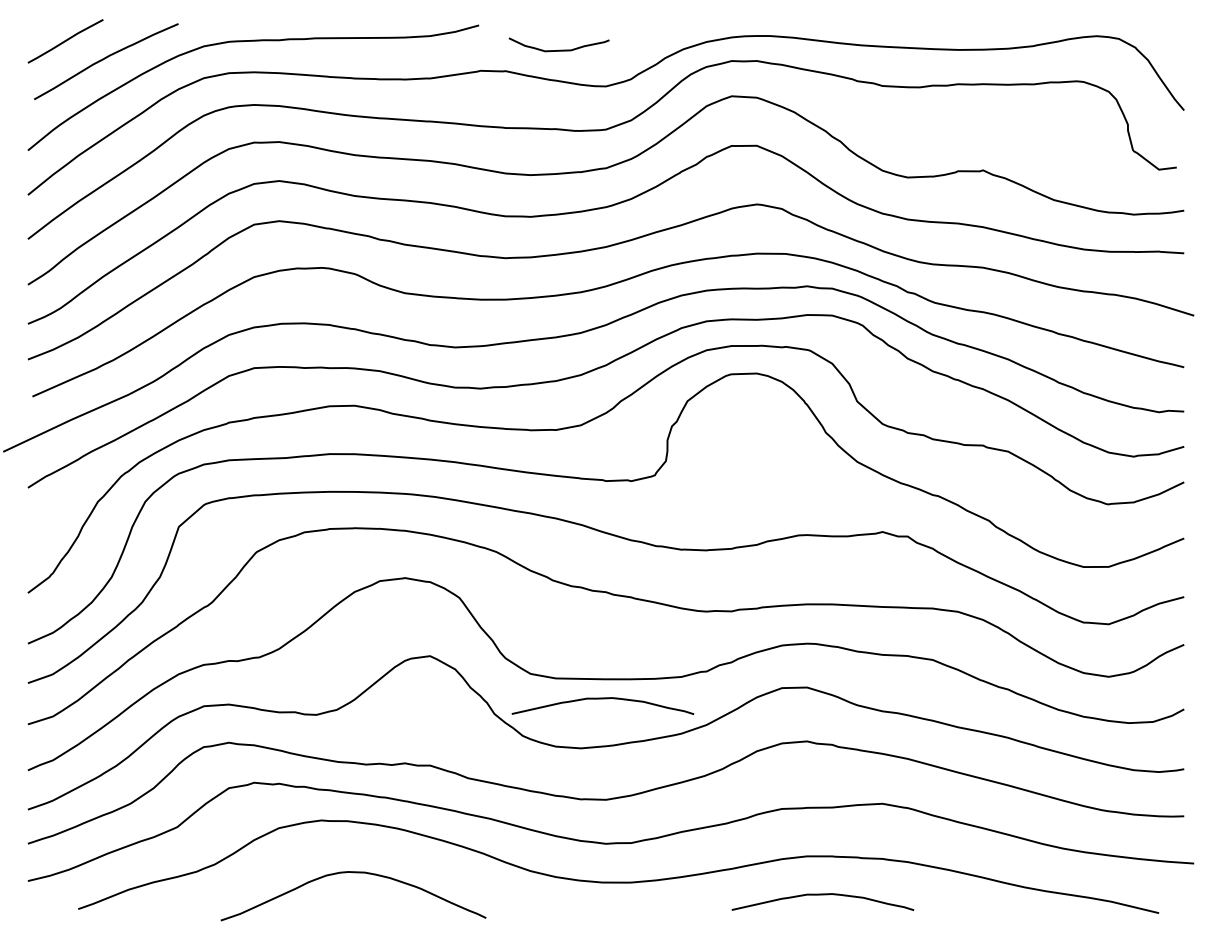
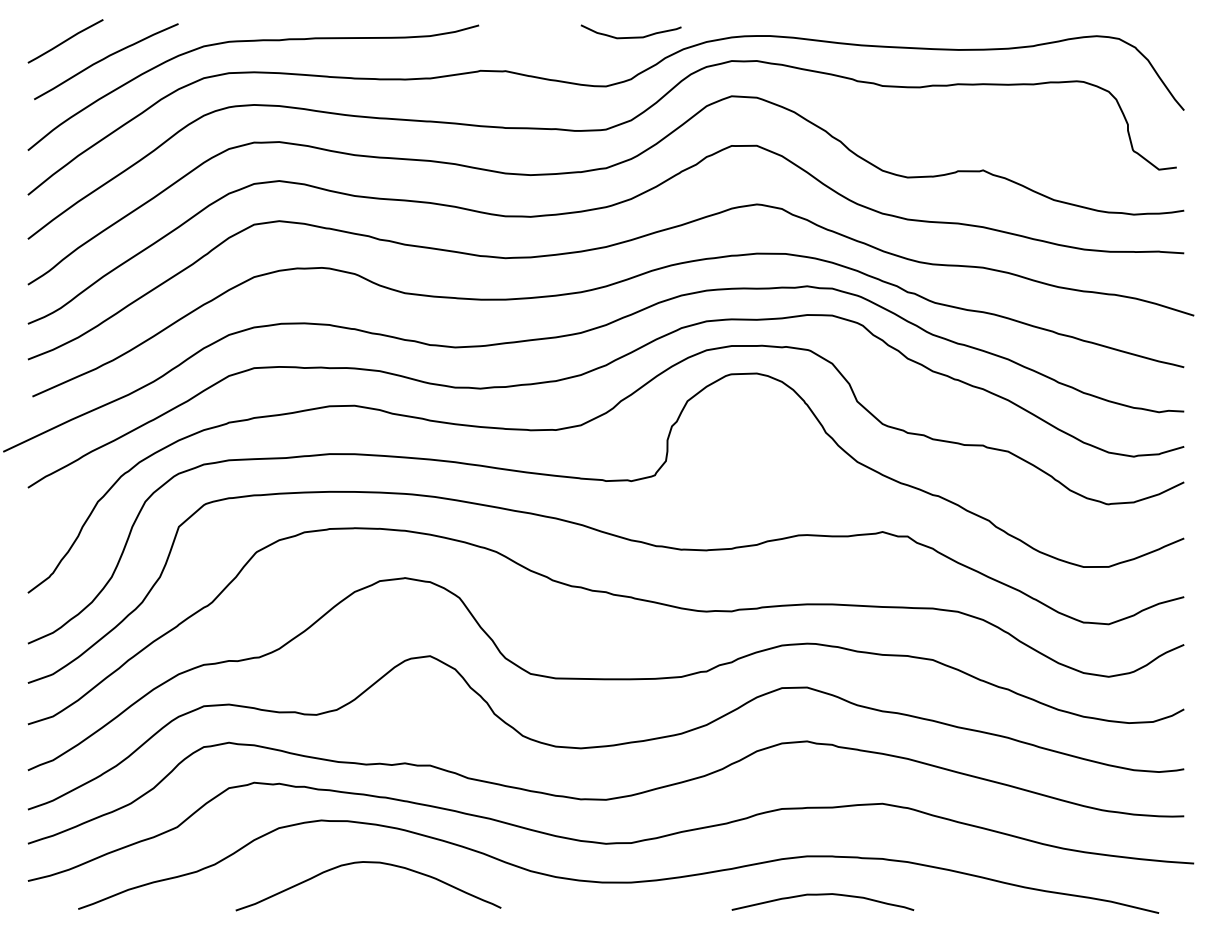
curve at (558, 49) position: (558, 49) -> (630, 36)
curve at (602, 699): present -> none
curve at (353, 873) position: (353, 873) -> (368, 863)
